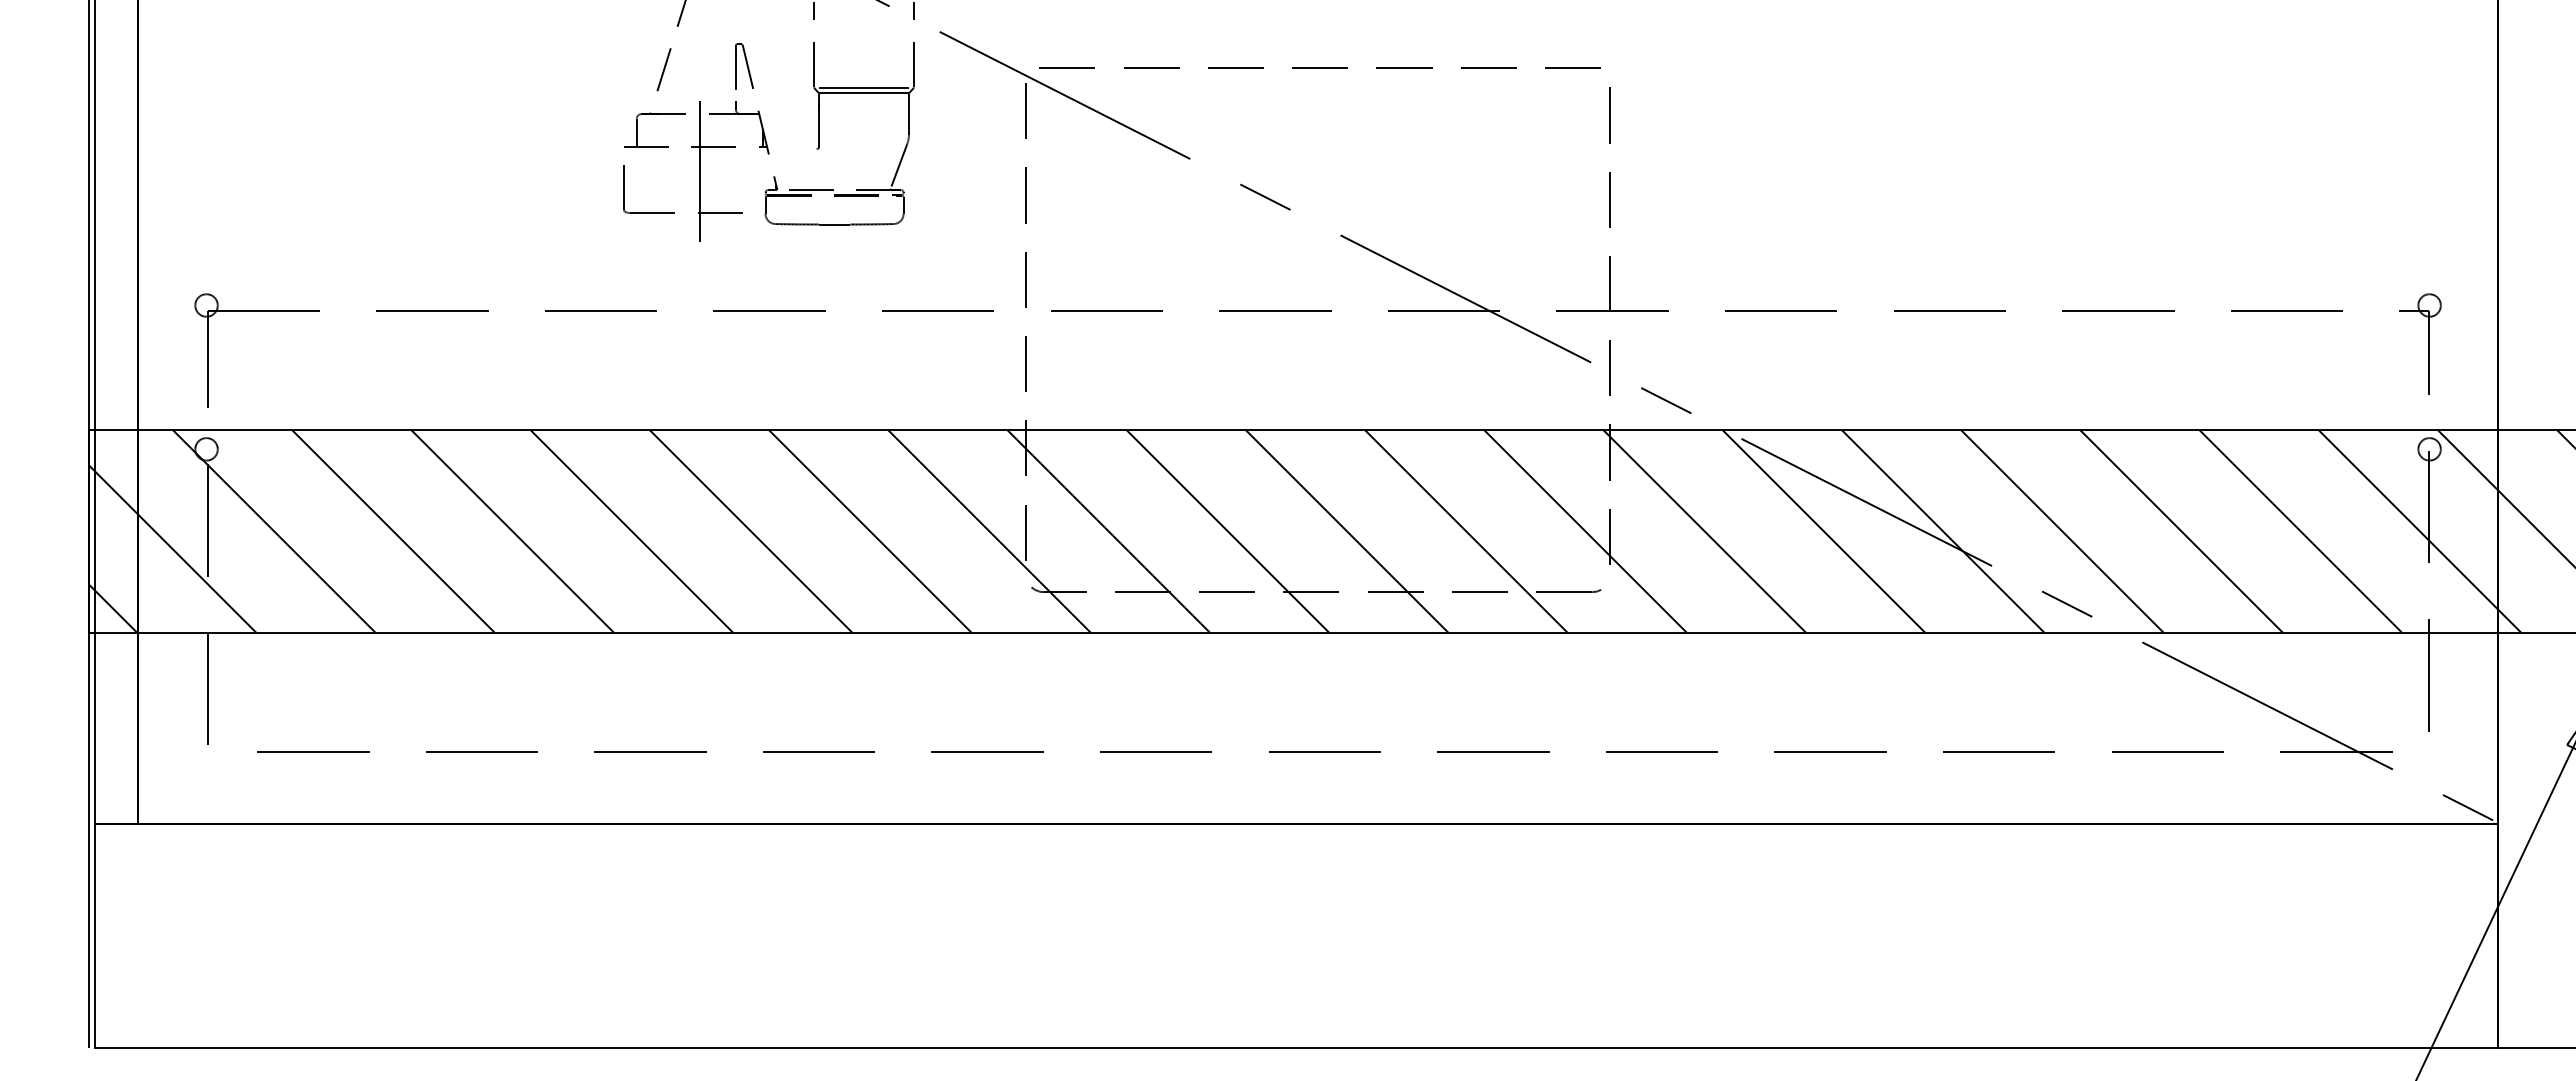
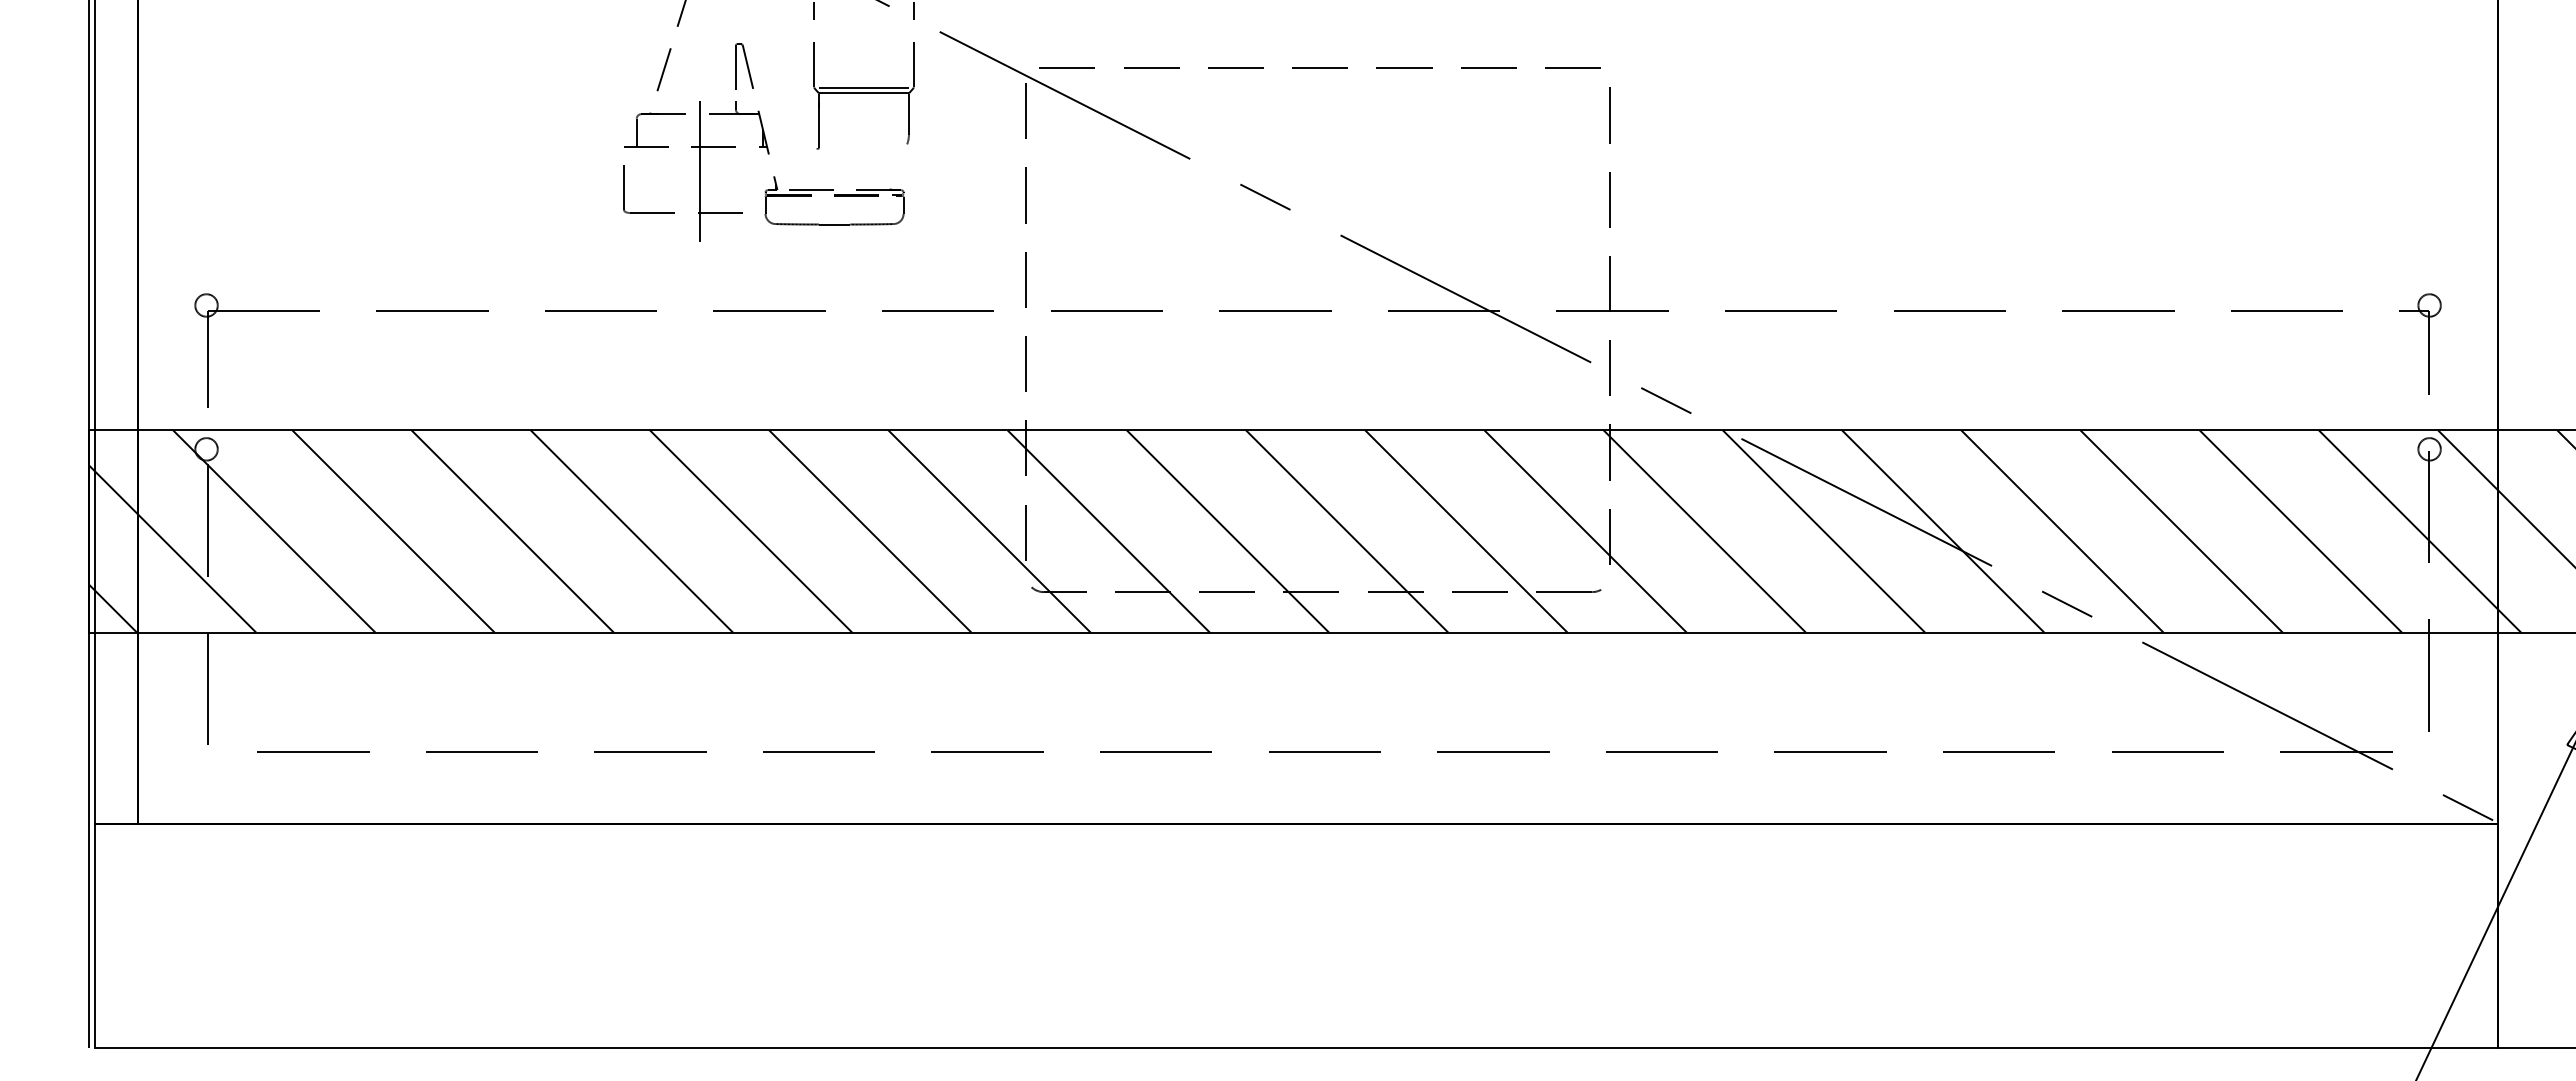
line at (898, 166): present -> none
